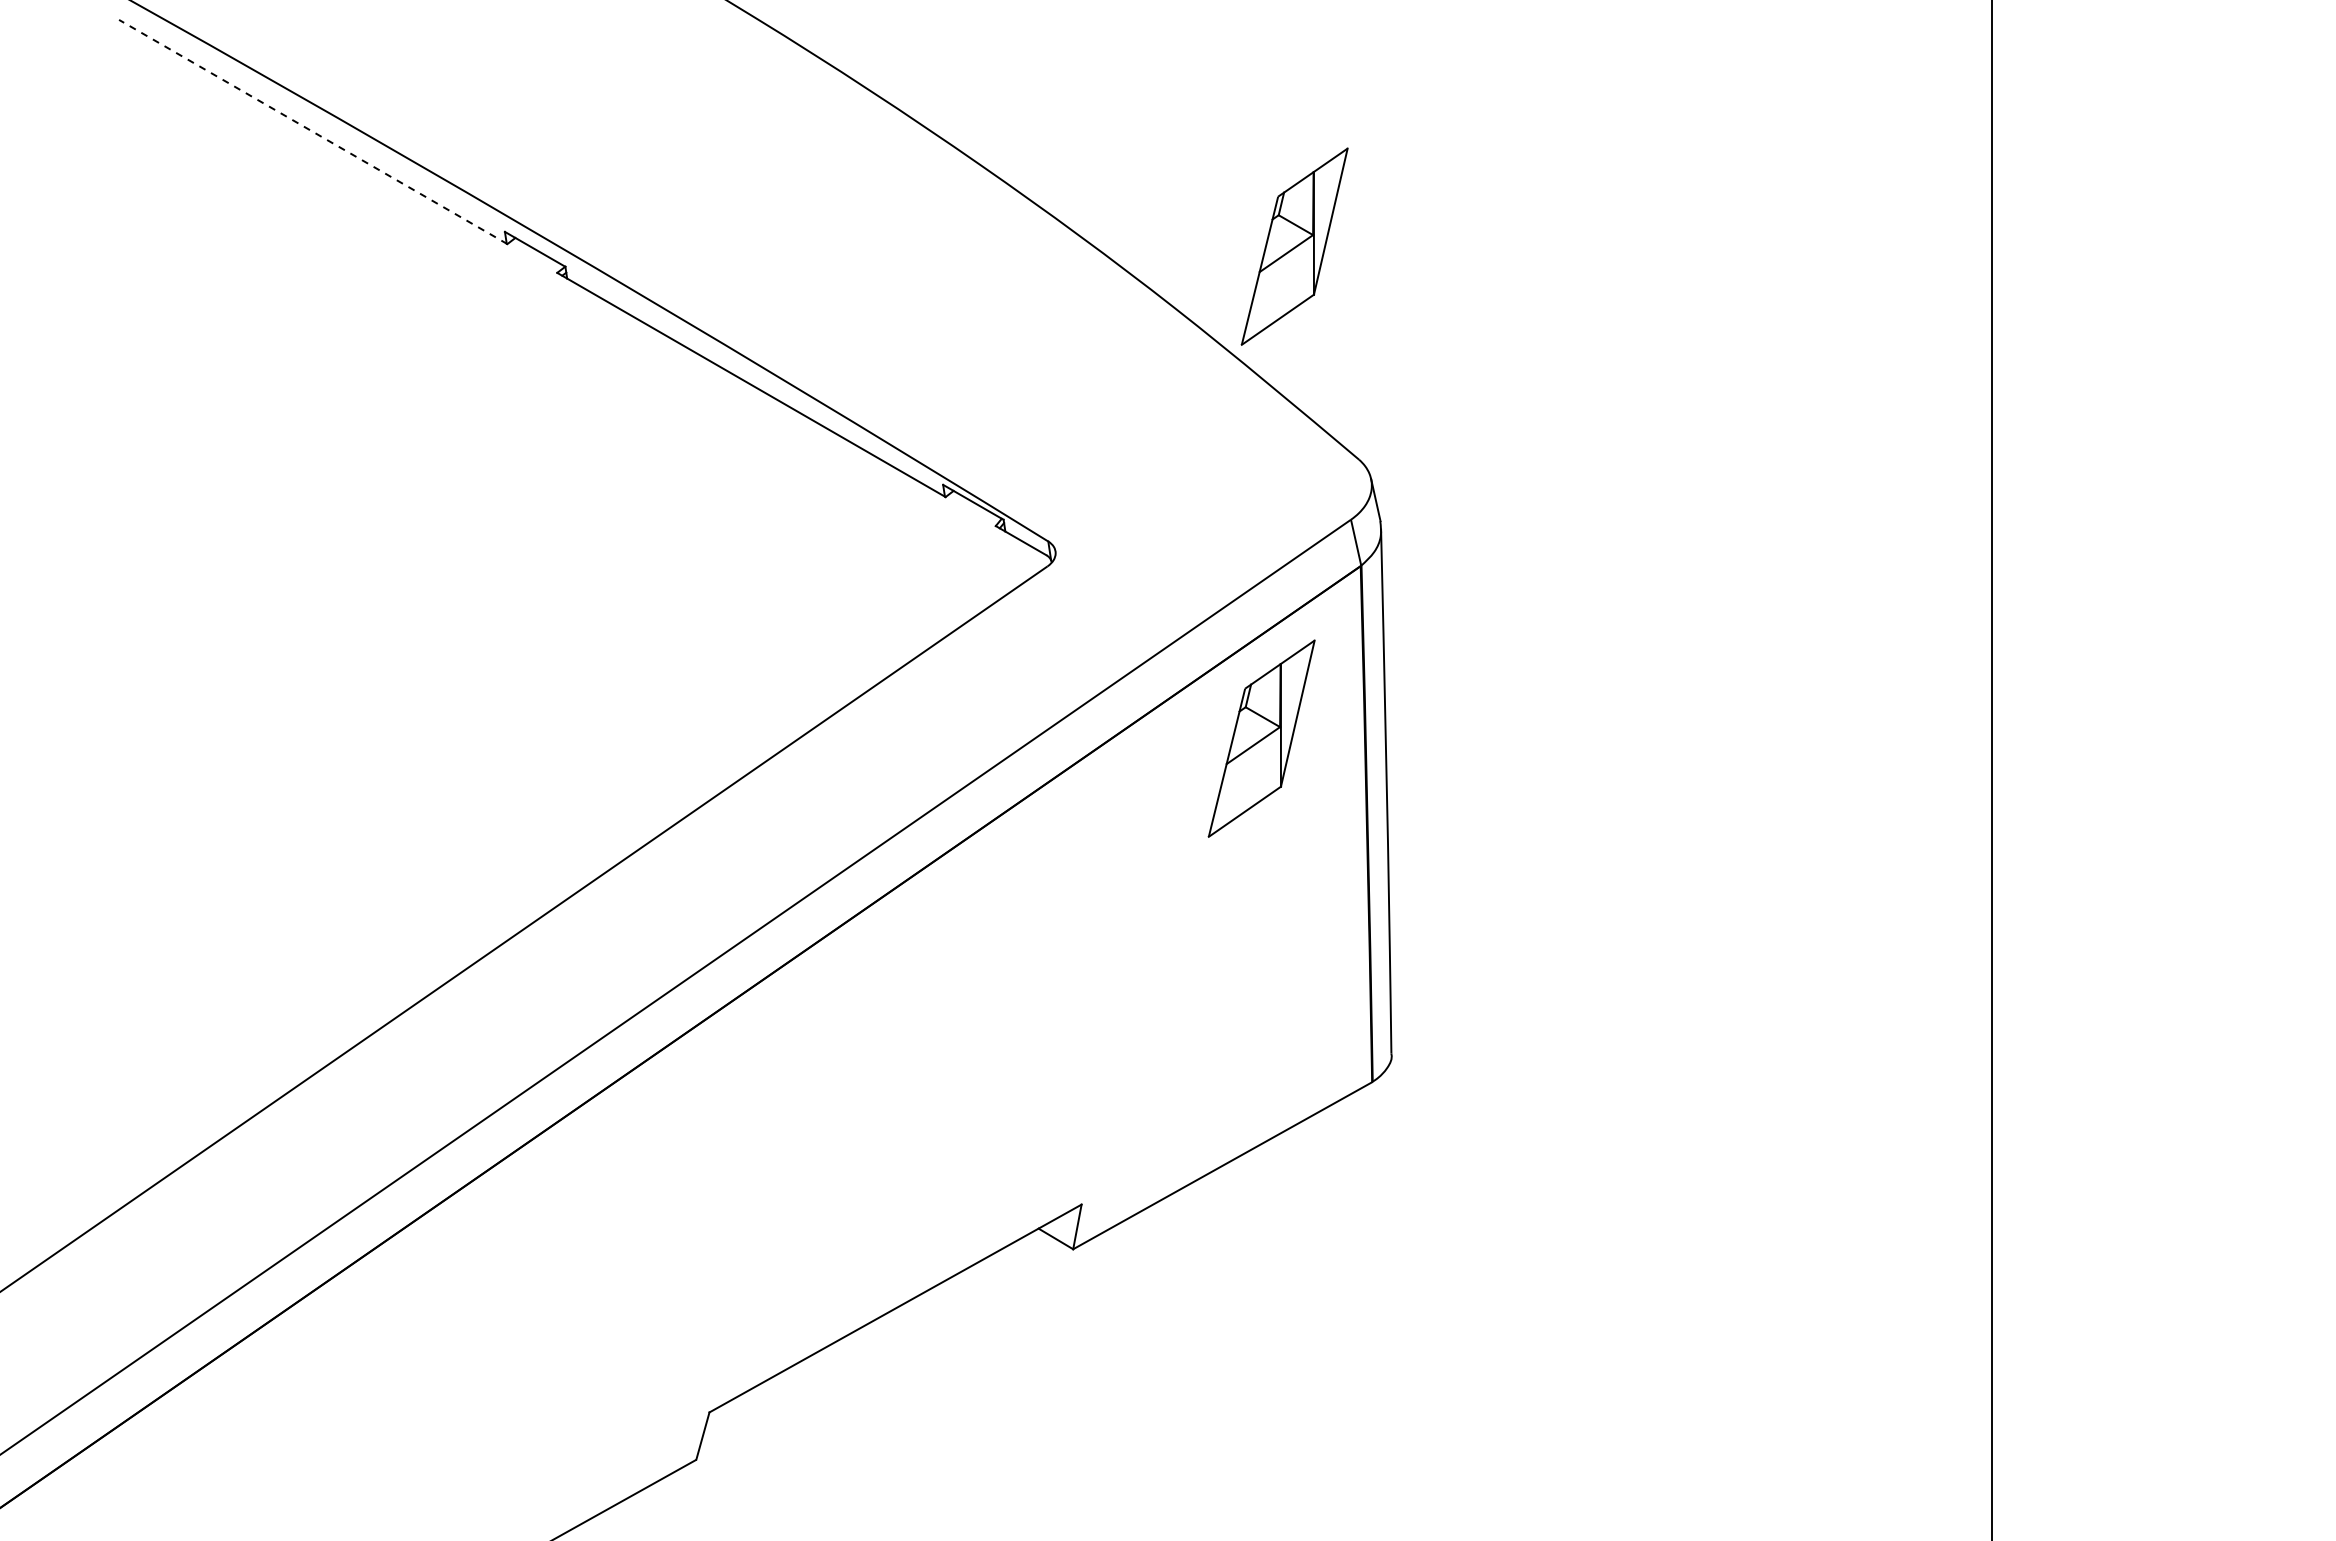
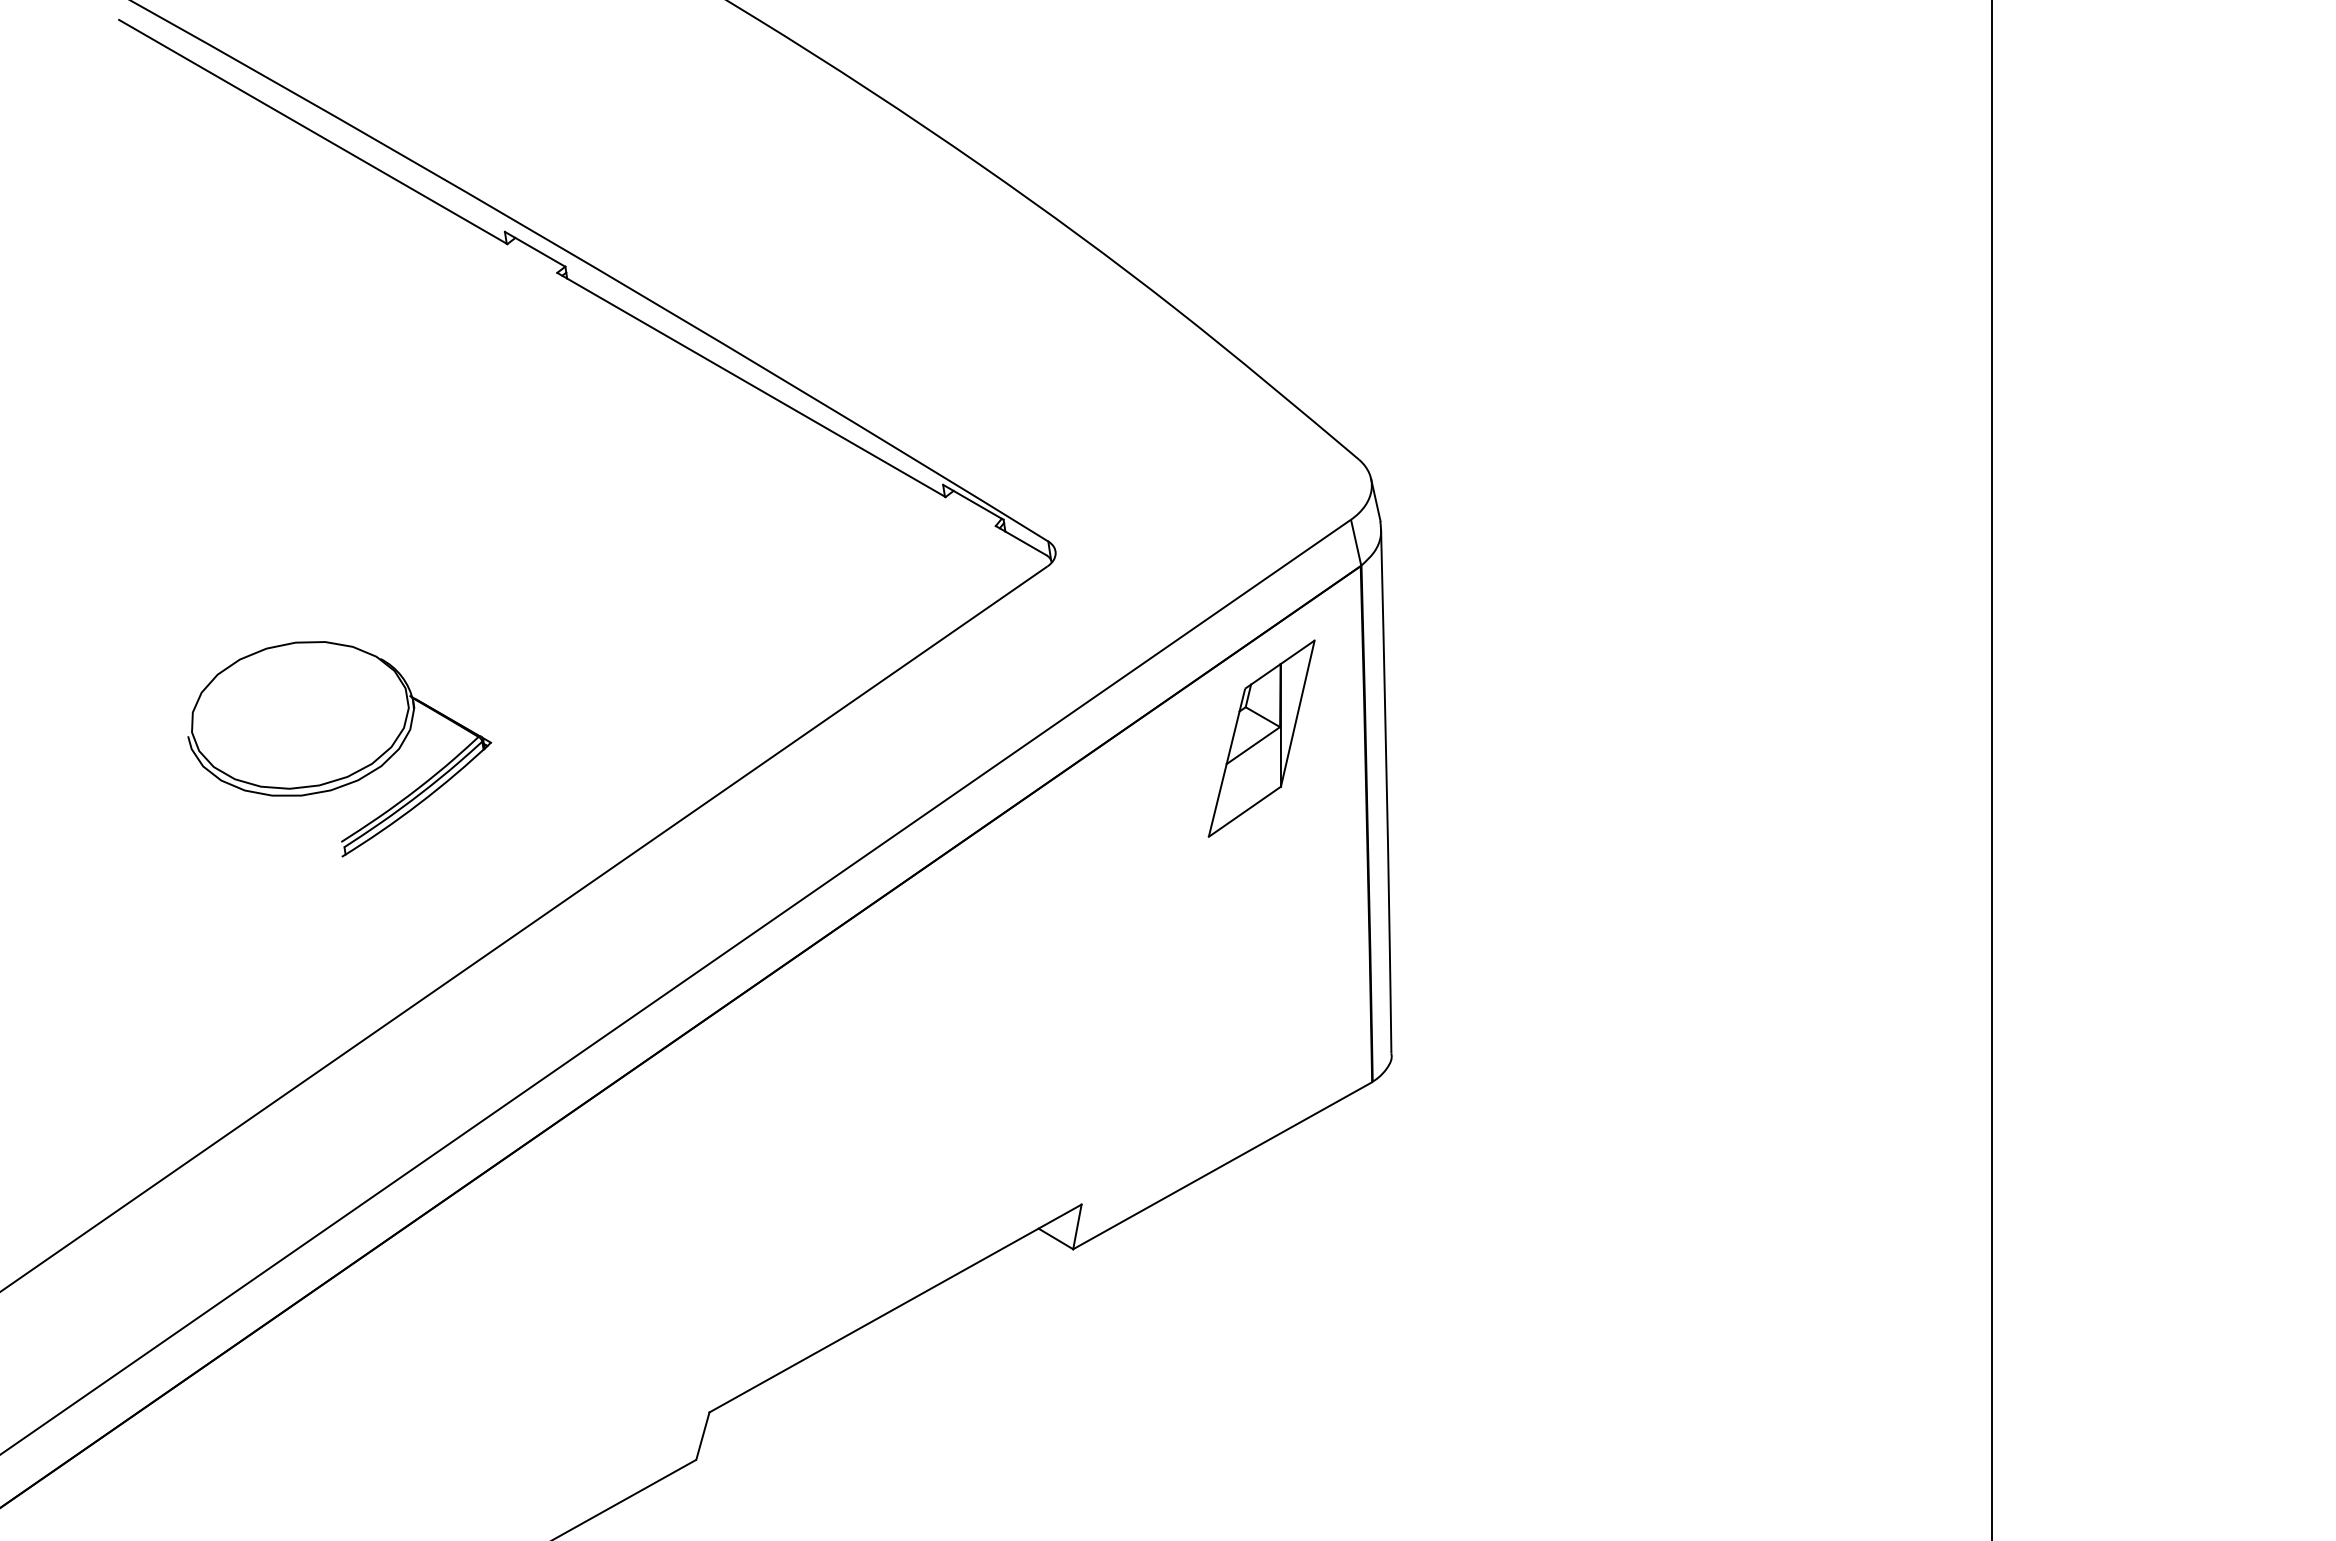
line at (312, 131): dashed -> solid
part at (1294, 246): present -> none
part at (339, 749): none -> present
